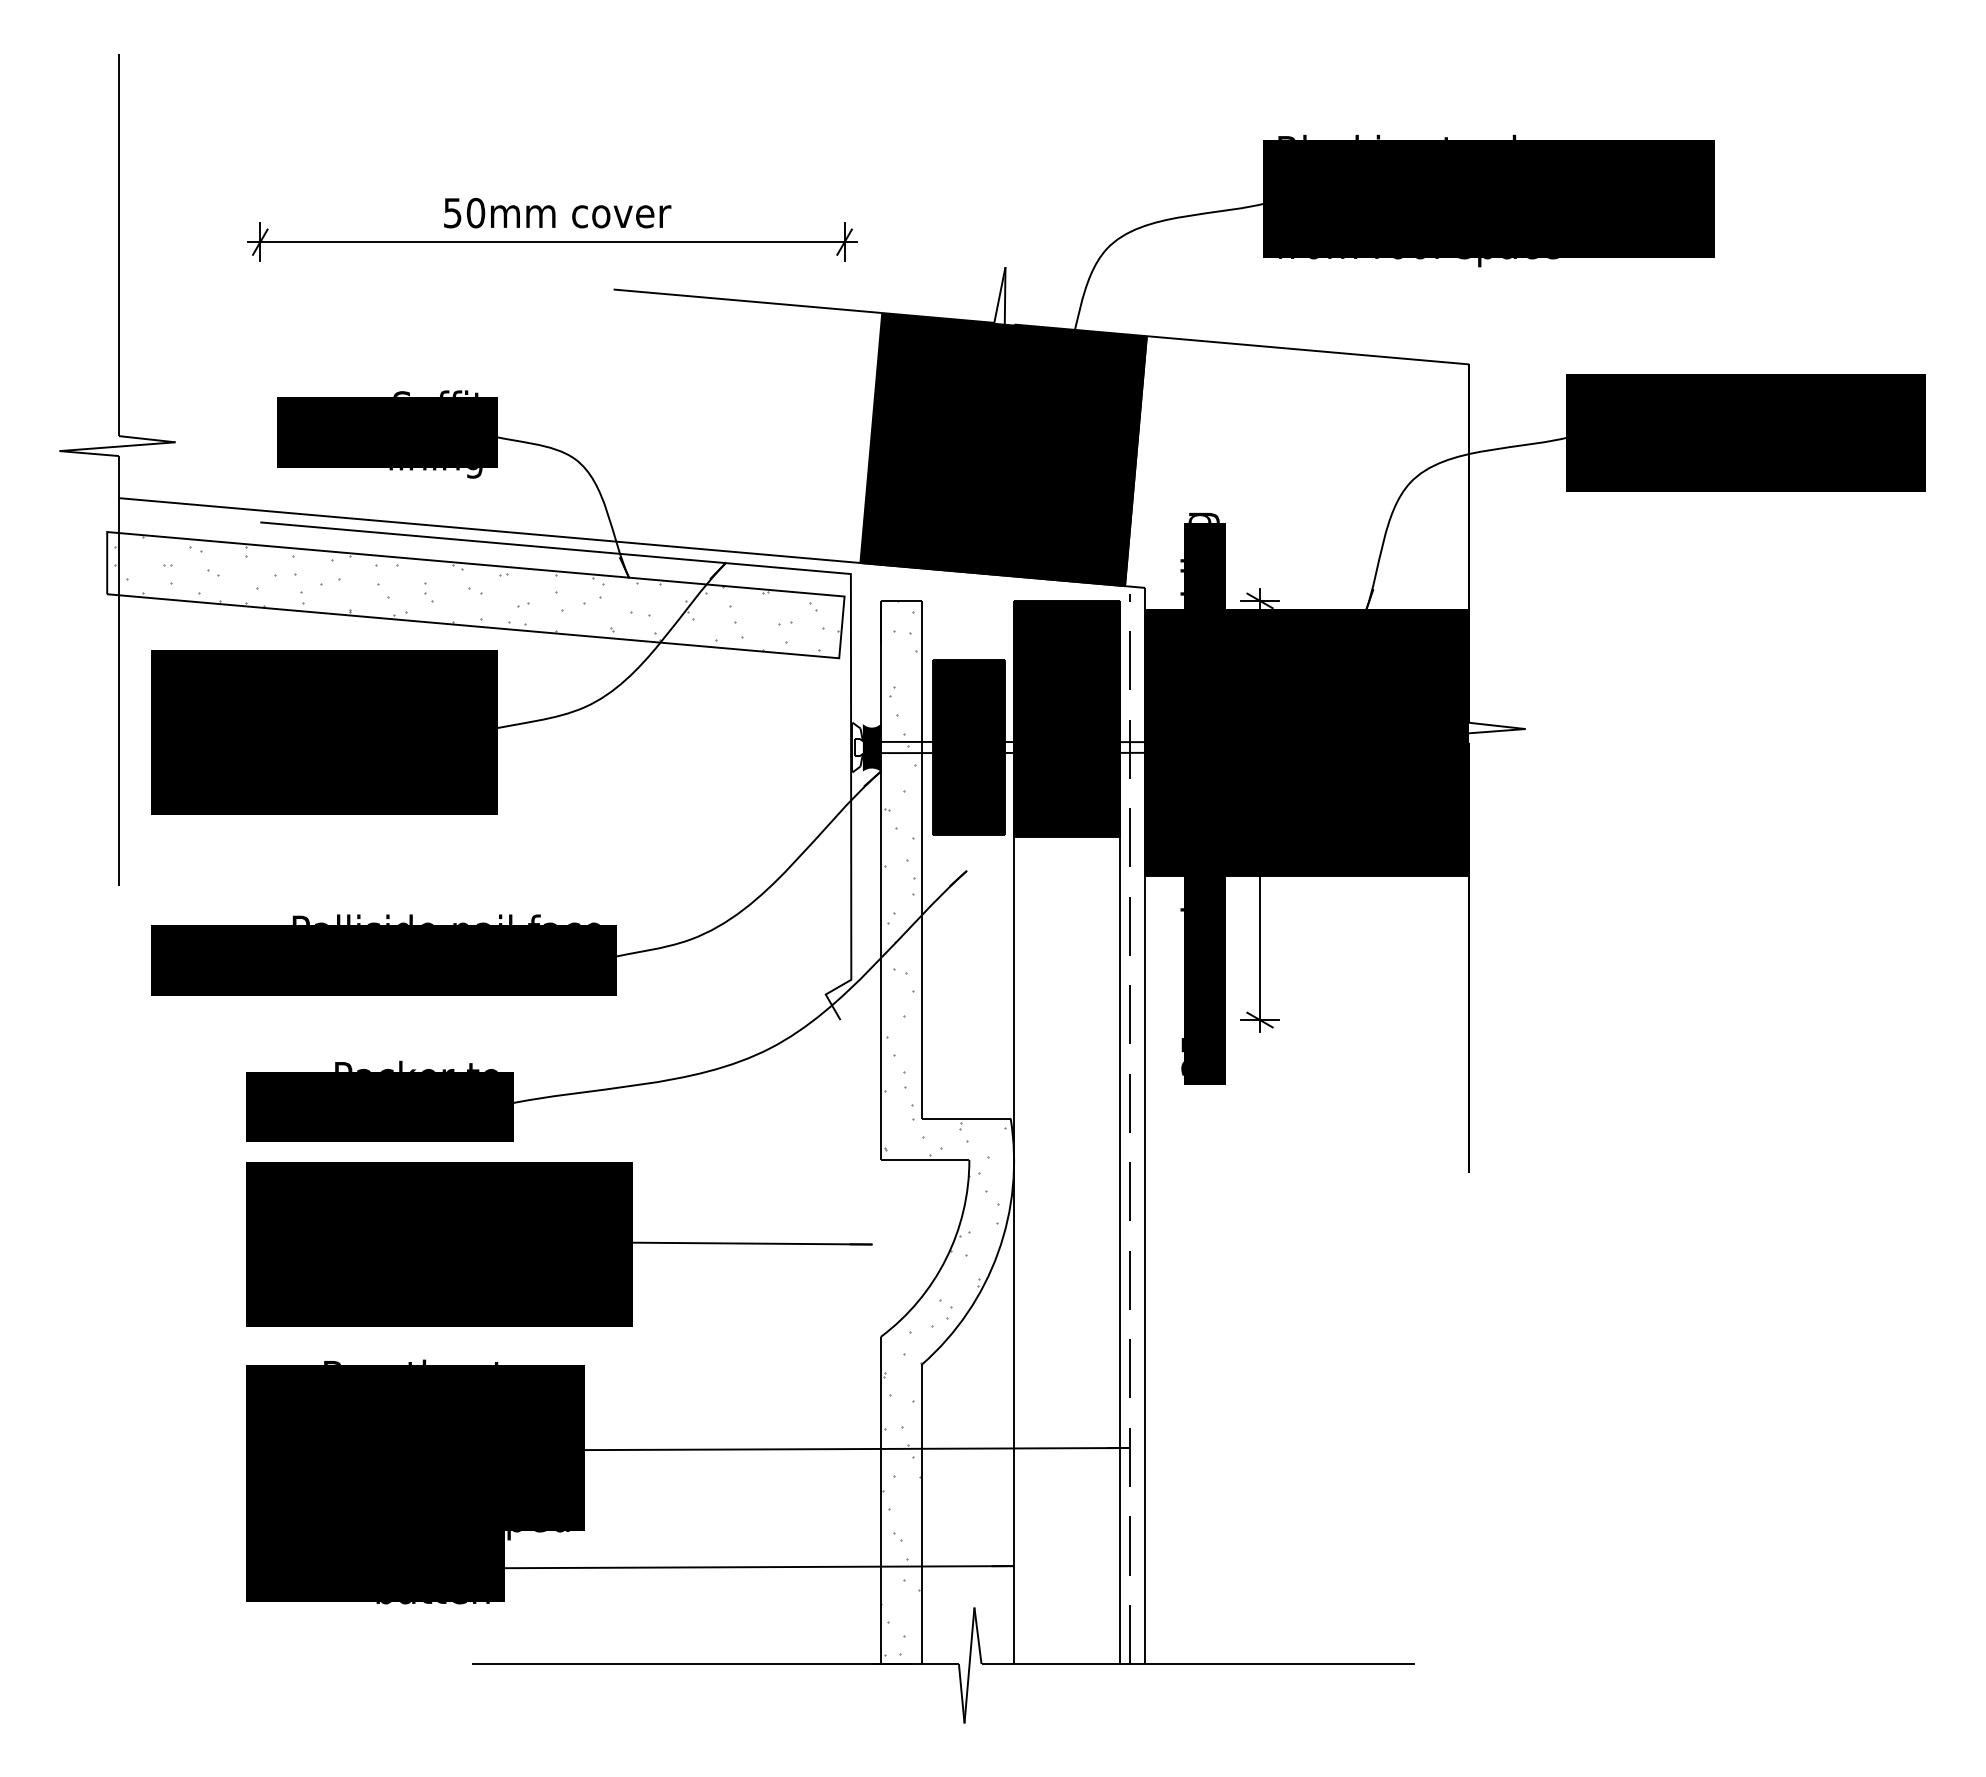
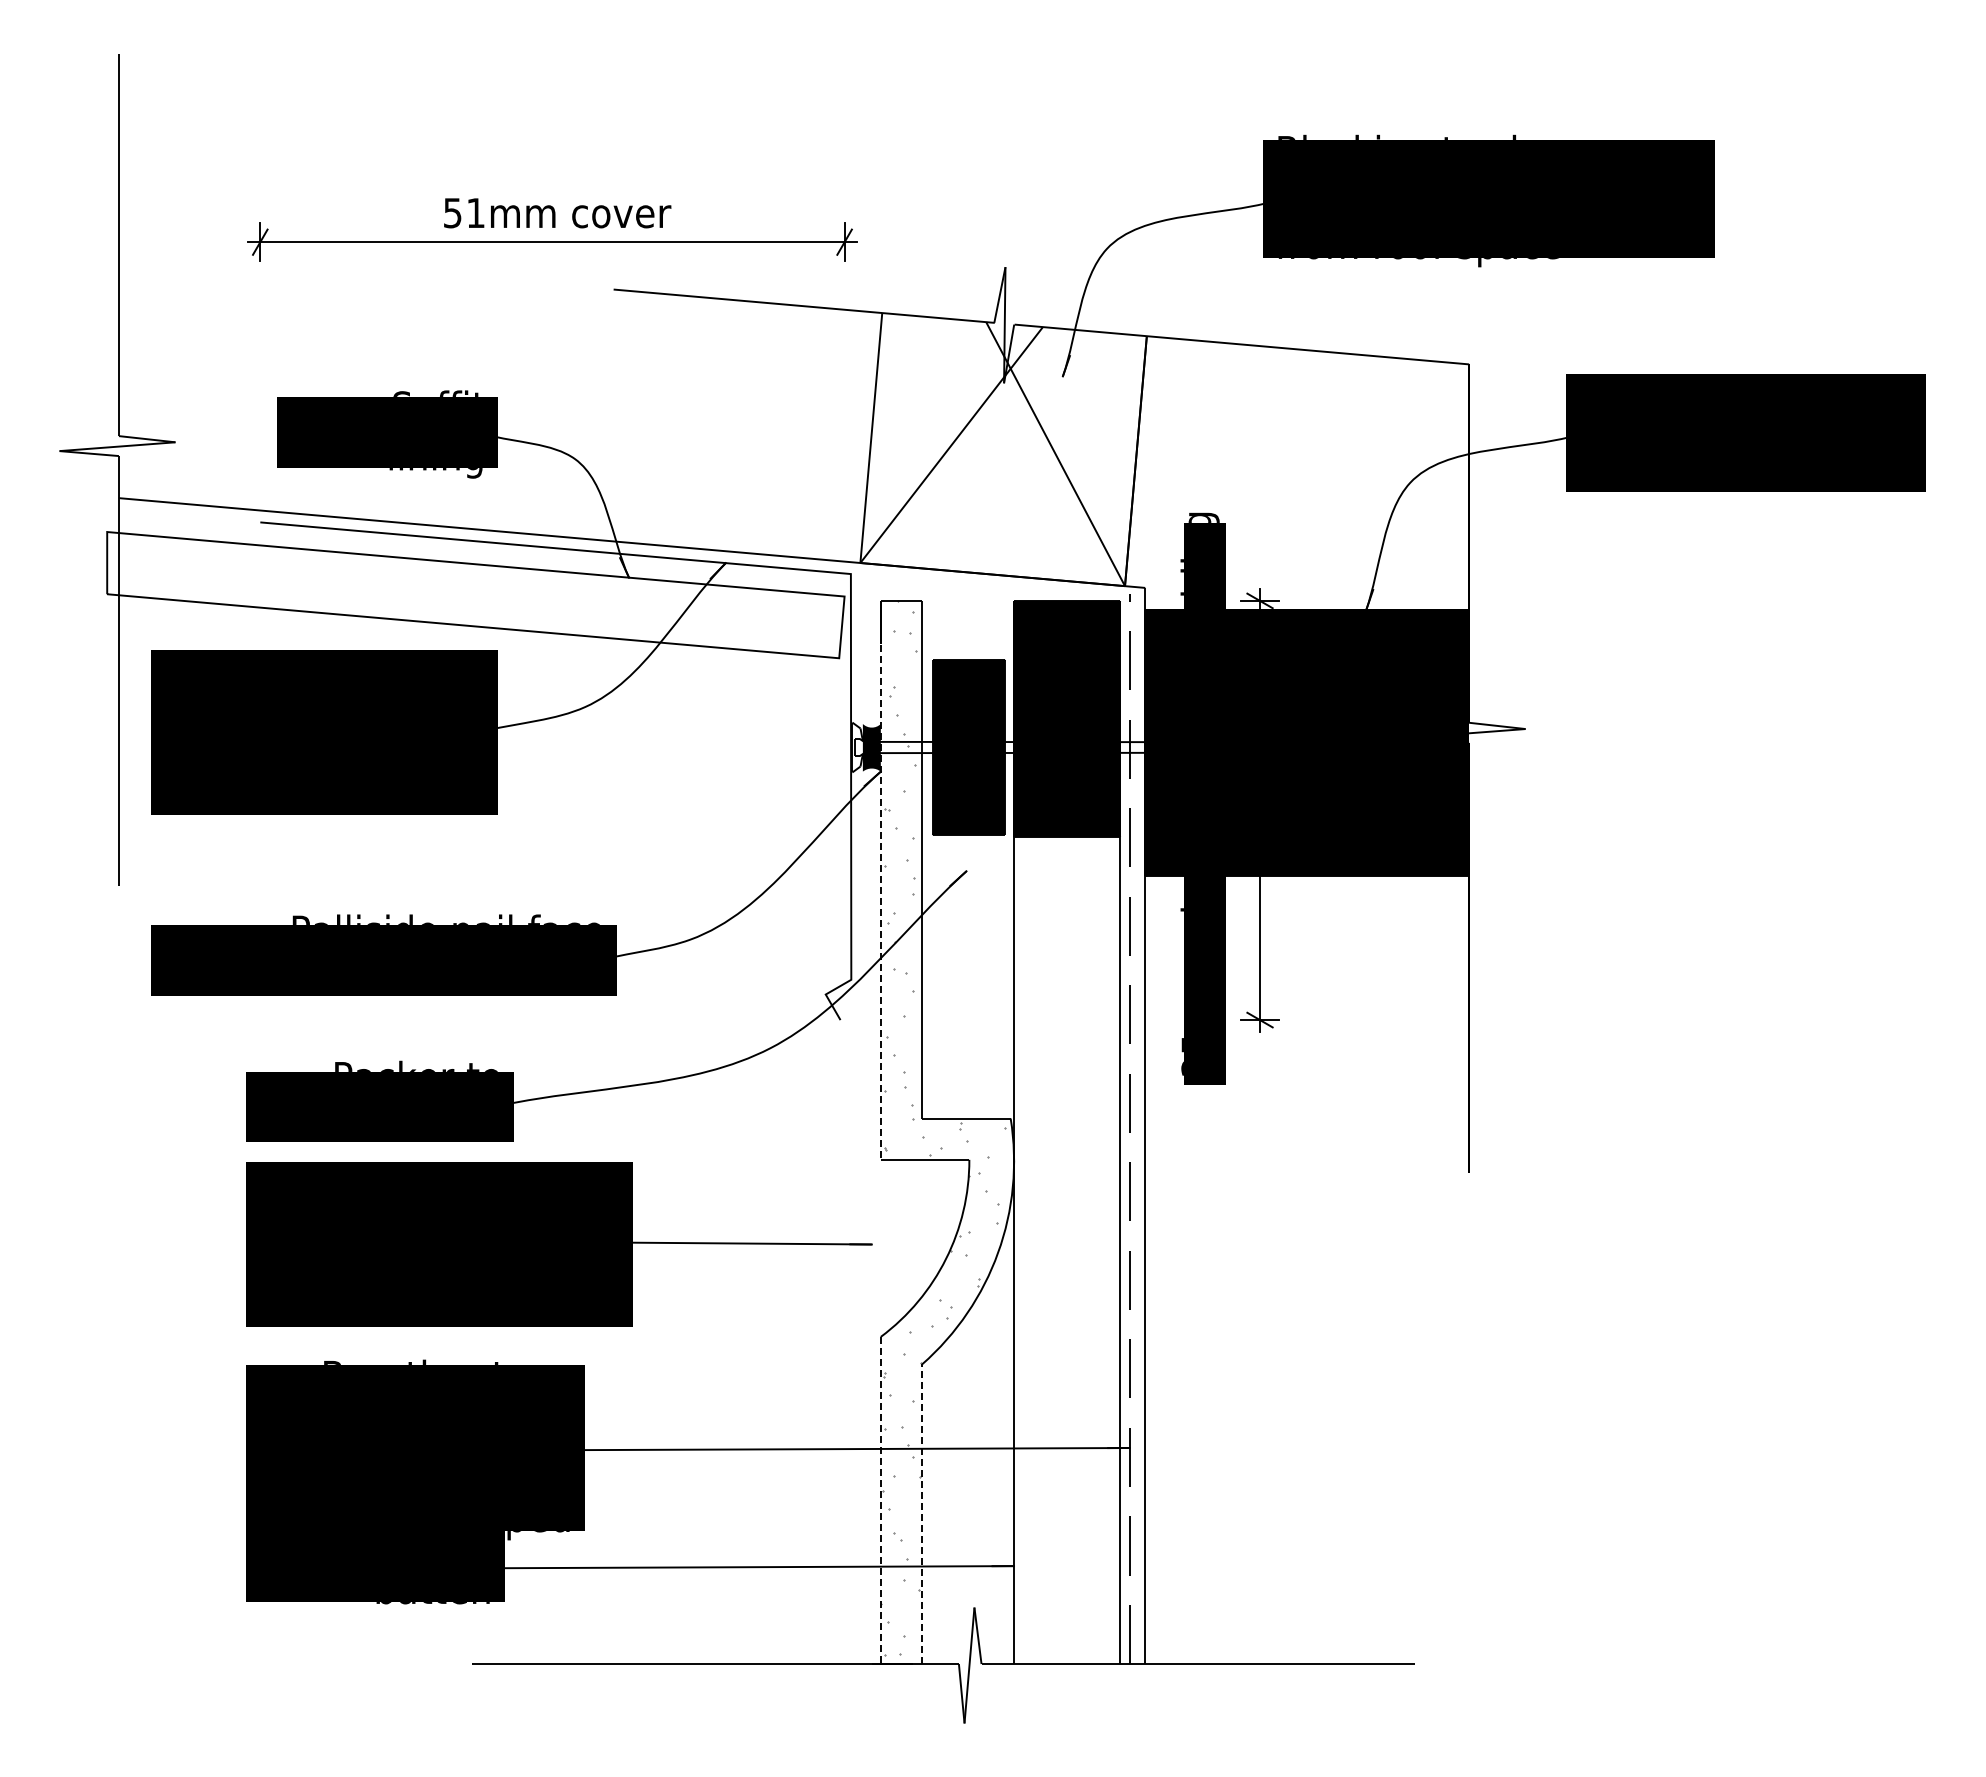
text at (475, 212): 50mm -> 51mm
fill at (1003, 449): present -> none
hatch at (475, 593): present -> none
line at (880, 881): solid -> dashed
line at (880, 1500): solid -> dashed
line at (922, 1514): solid -> dashed
